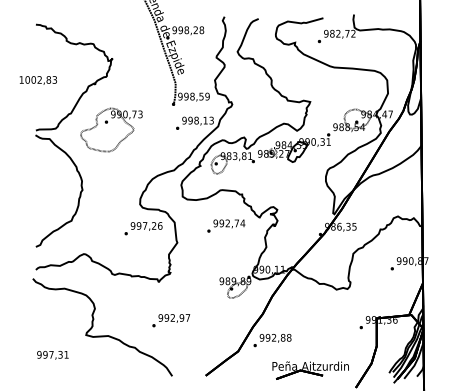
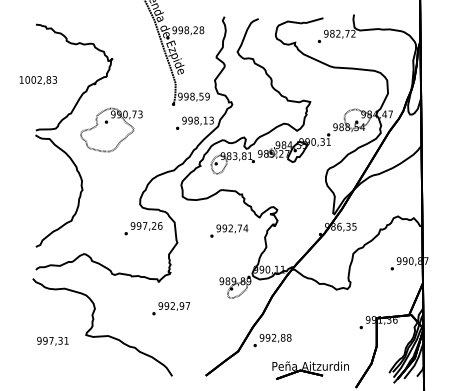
text at (226, 225) position: (226, 225) -> (229, 230)
text at (171, 320) position: (171, 320) -> (171, 308)
text at (52, 355) position: (52, 355) -> (52, 341)
